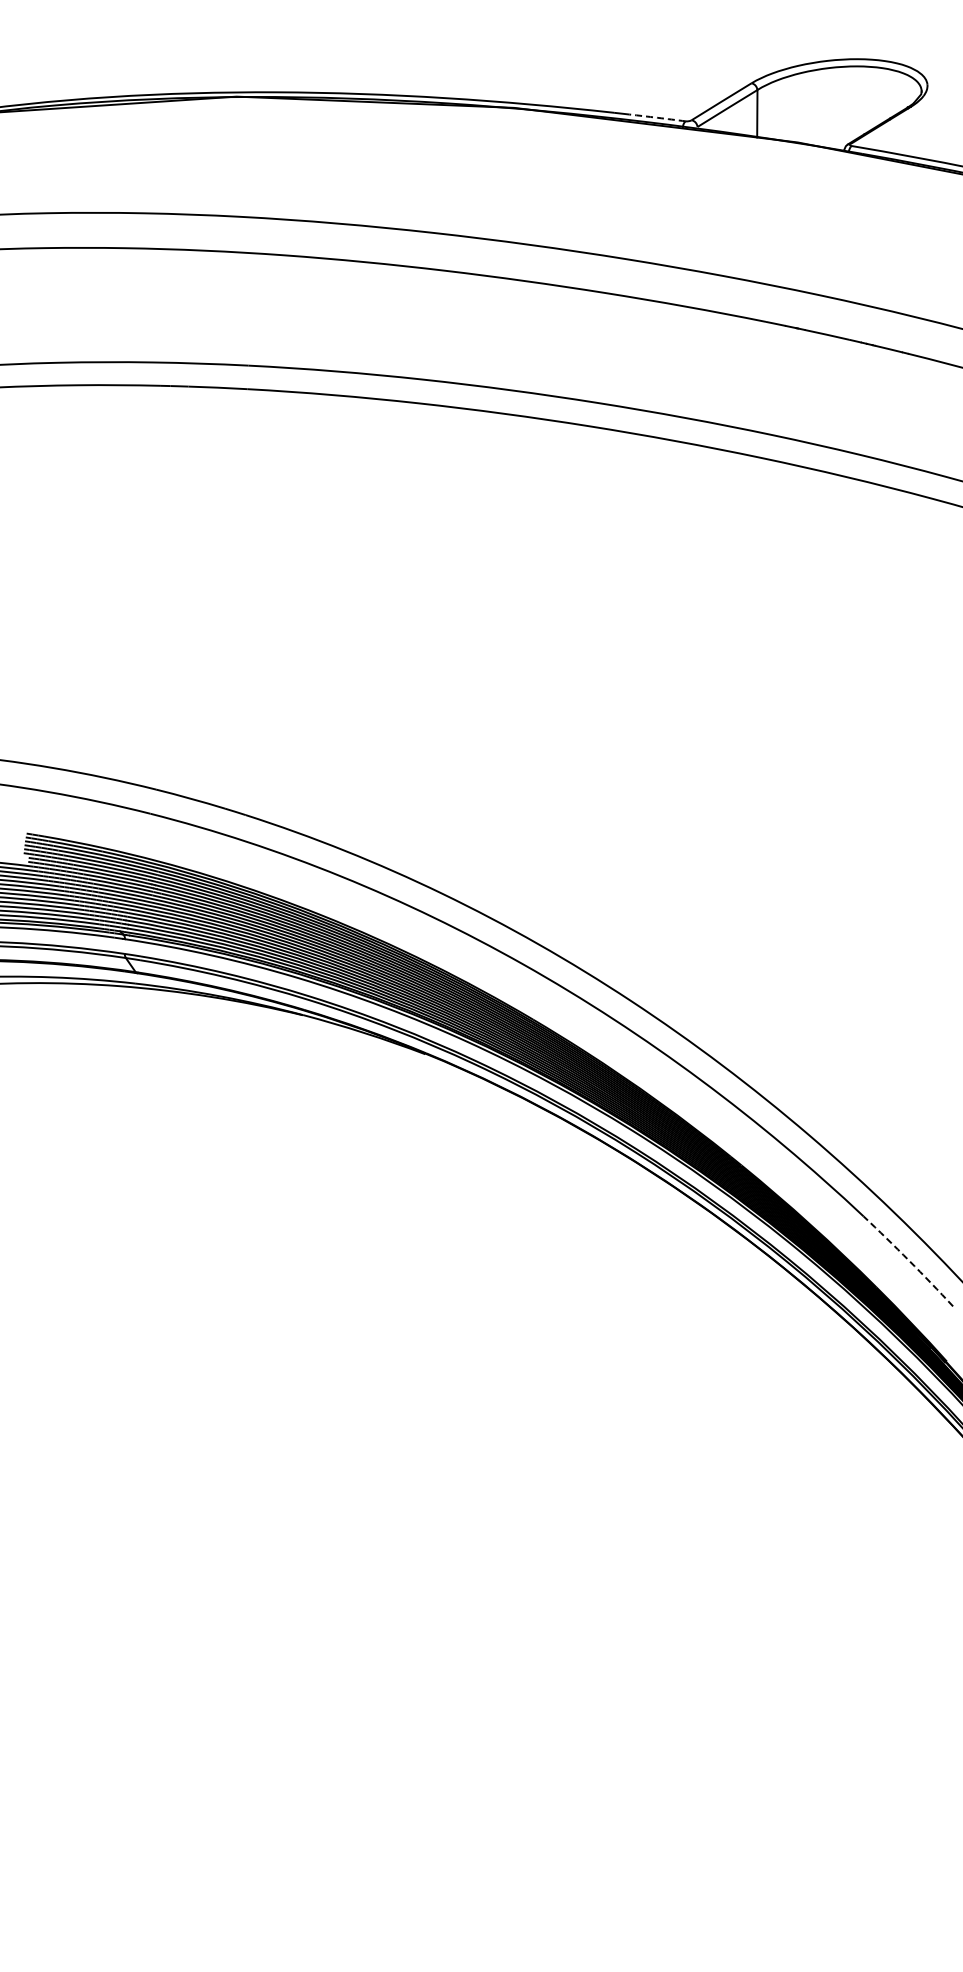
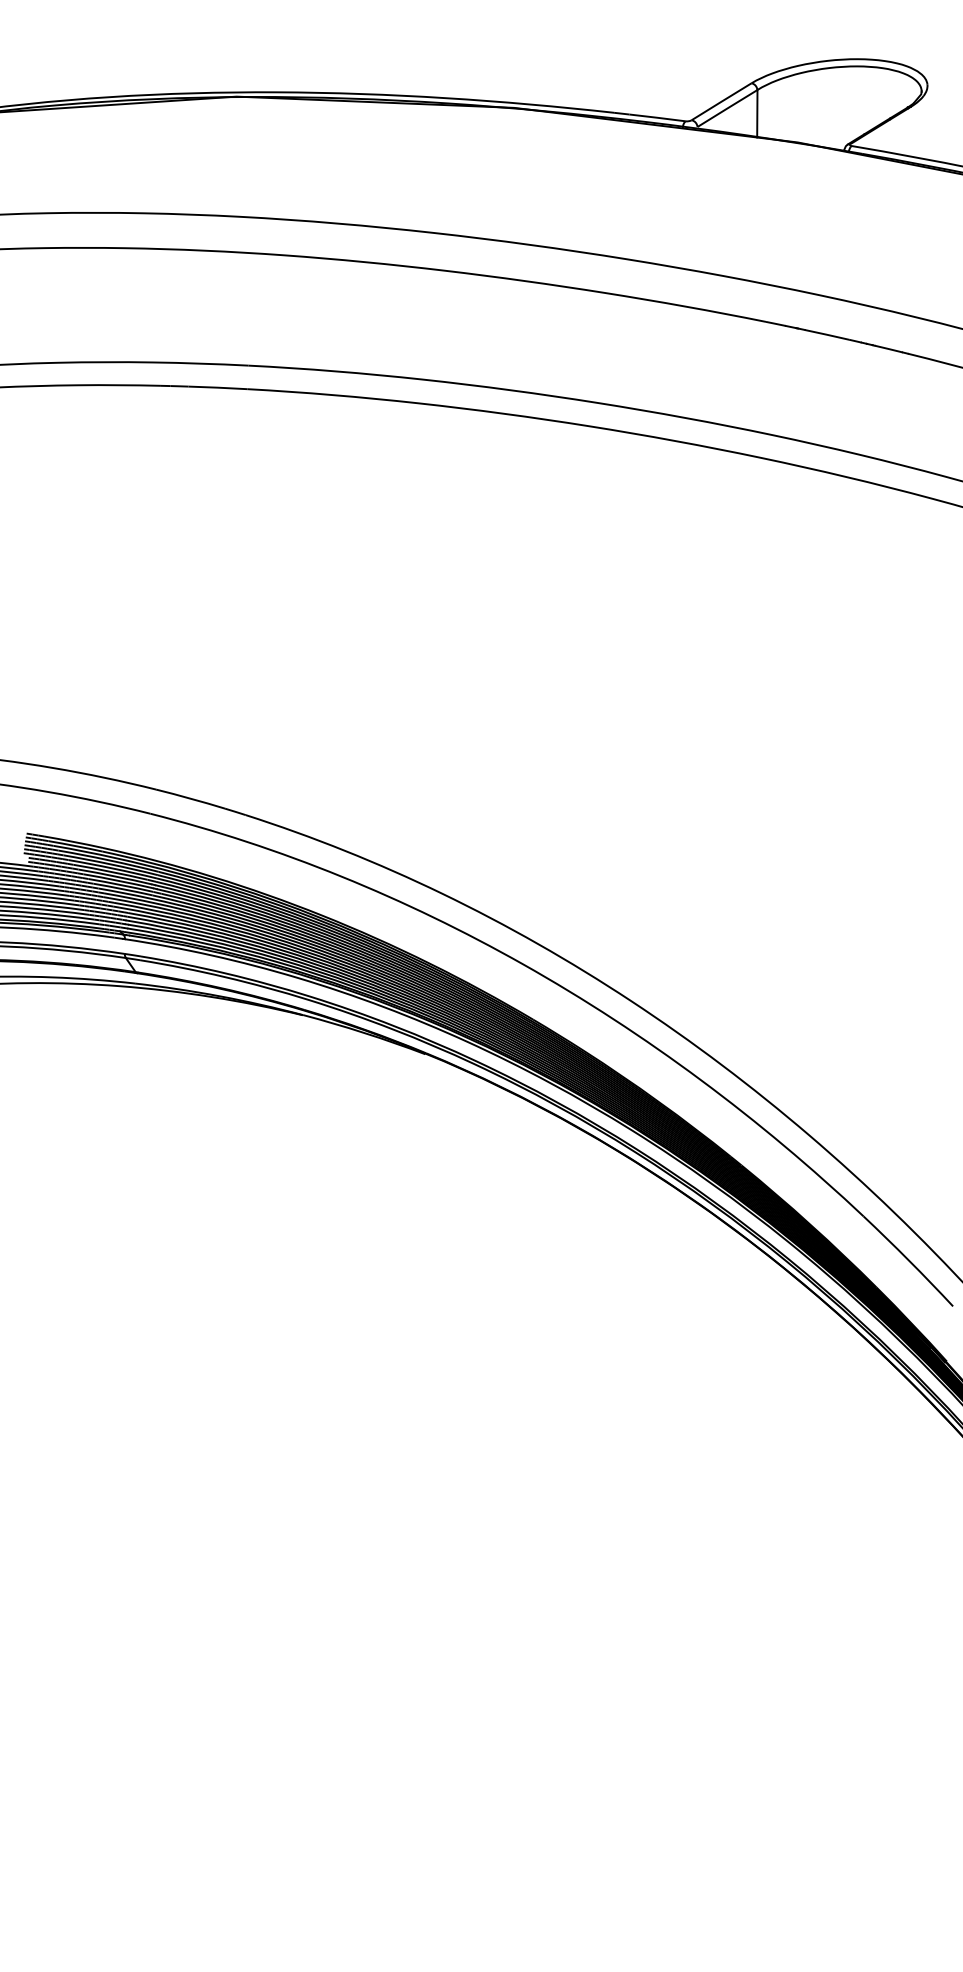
arc at (657, 117): dashed -> solid
arc at (909, 1260): dashed -> solid
